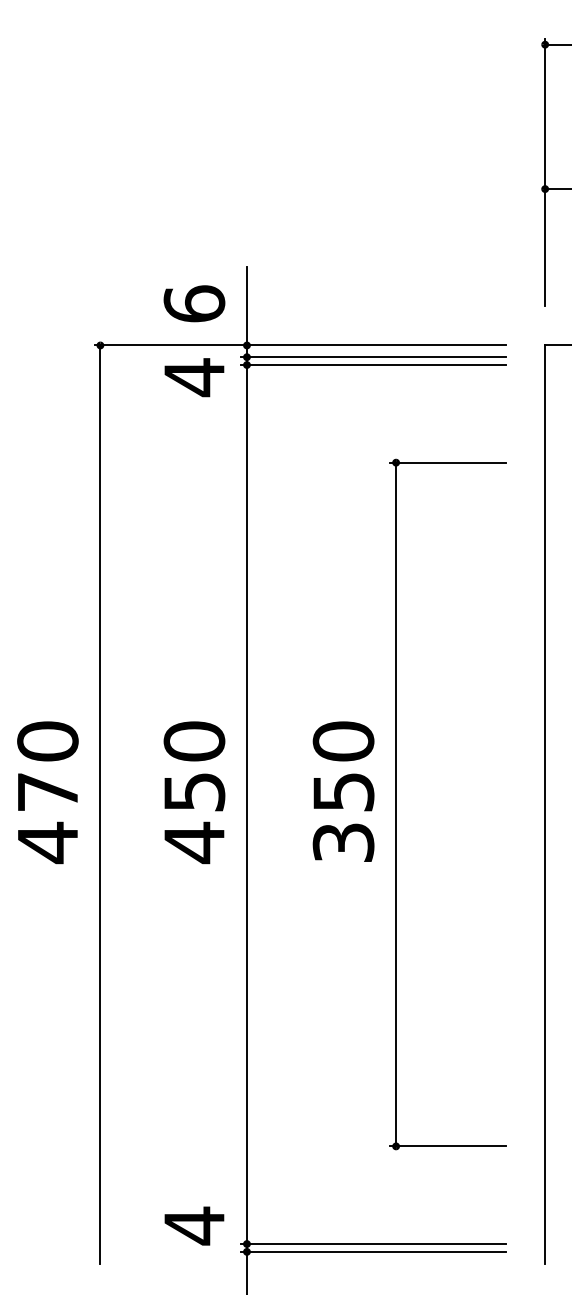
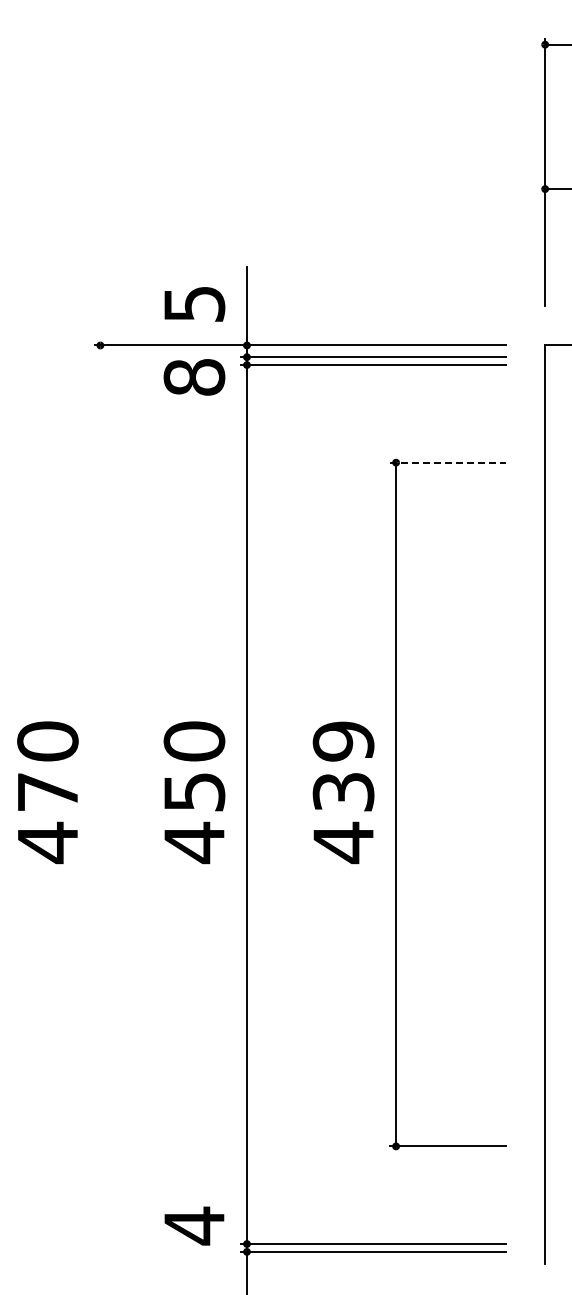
text at (194, 303): 6 -> 5
text at (194, 377): 4 -> 8
line at (448, 462): solid -> dashed
text at (343, 792): 350 -> 439
line at (100, 804): present -> none
